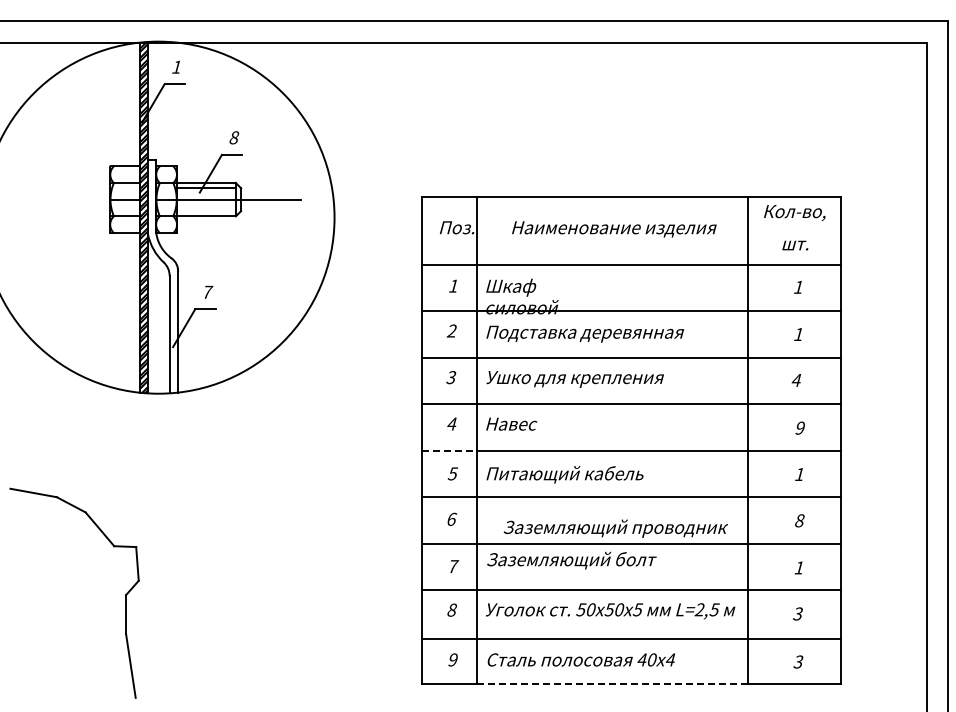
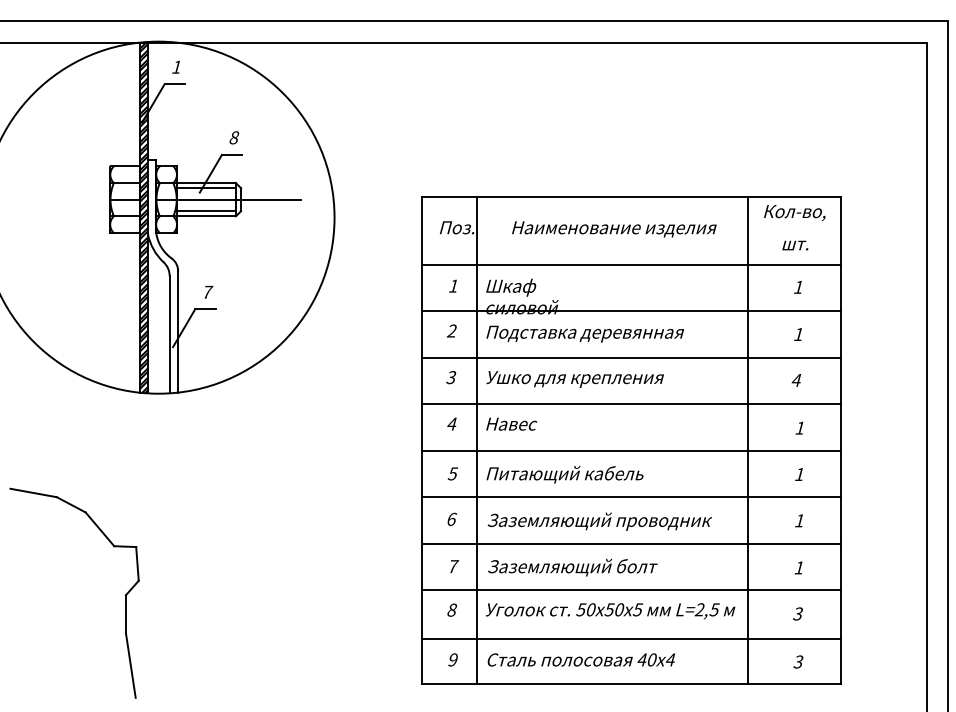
line at (205, 211): none -> present
text at (799, 427): 9 -> 1
line at (449, 450): dashed -> solid
text at (799, 520): 8 -> 1
text at (615, 528) position: (615, 528) -> (599, 521)
text at (571, 560) position: (571, 560) -> (572, 567)
line at (612, 683): dashed -> solid
